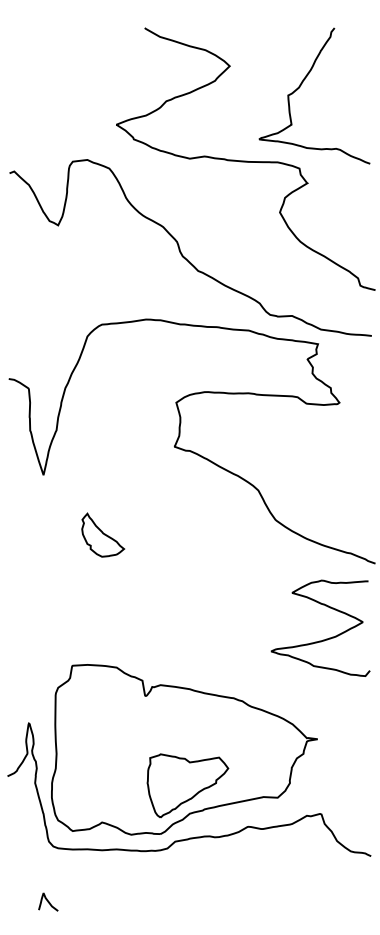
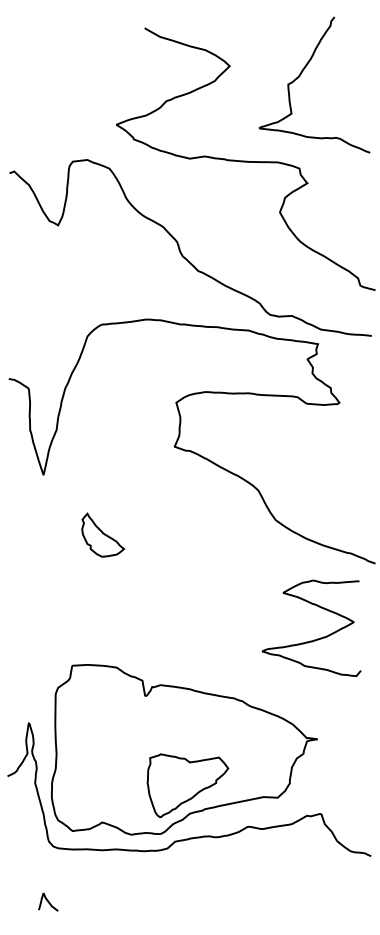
curve at (300, 87) position: (300, 87) -> (300, 76)
curve at (323, 639) position: (323, 639) -> (314, 639)
